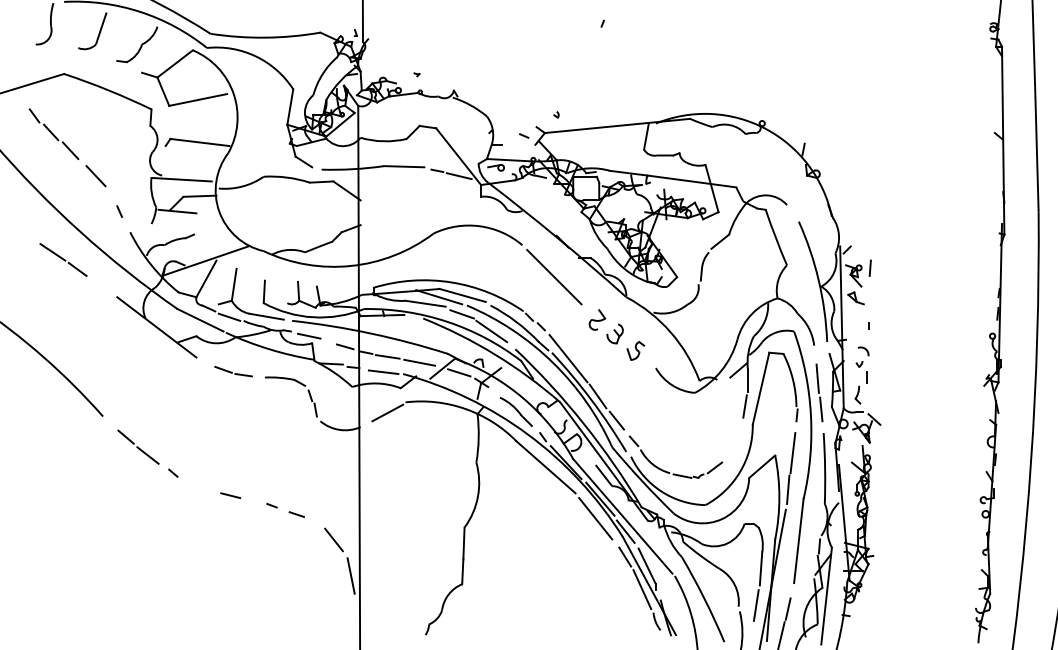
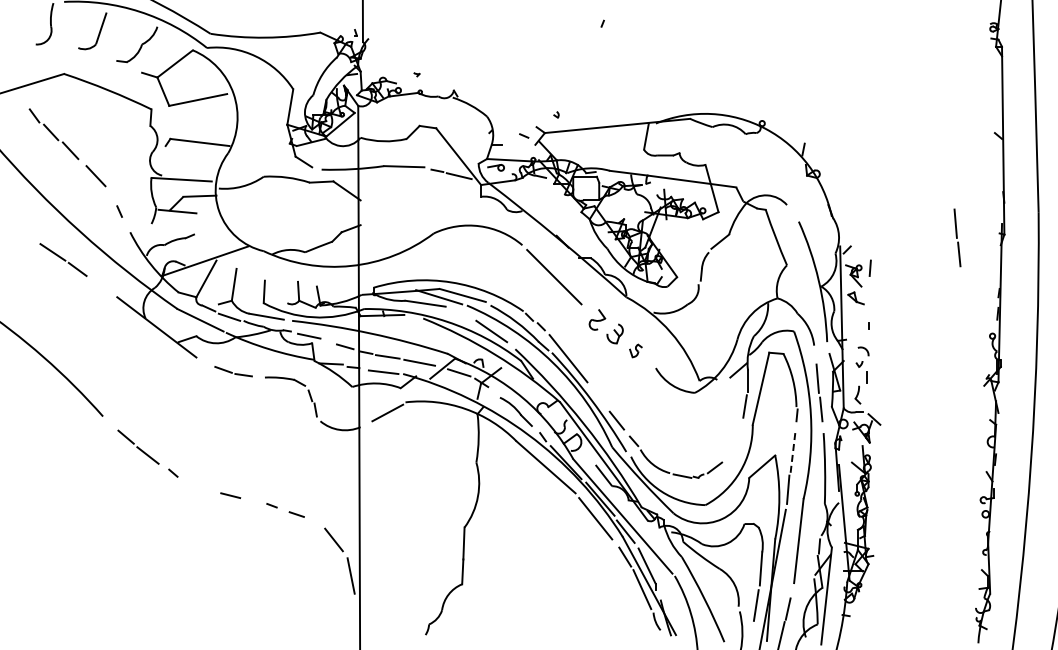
line at (957, 237): none -> present
line at (462, 314): present -> none
part at (635, 350) size: 20x20 px -> 14x16 px
line at (597, 396): present -> none
line at (792, 453): solid -> dashed
